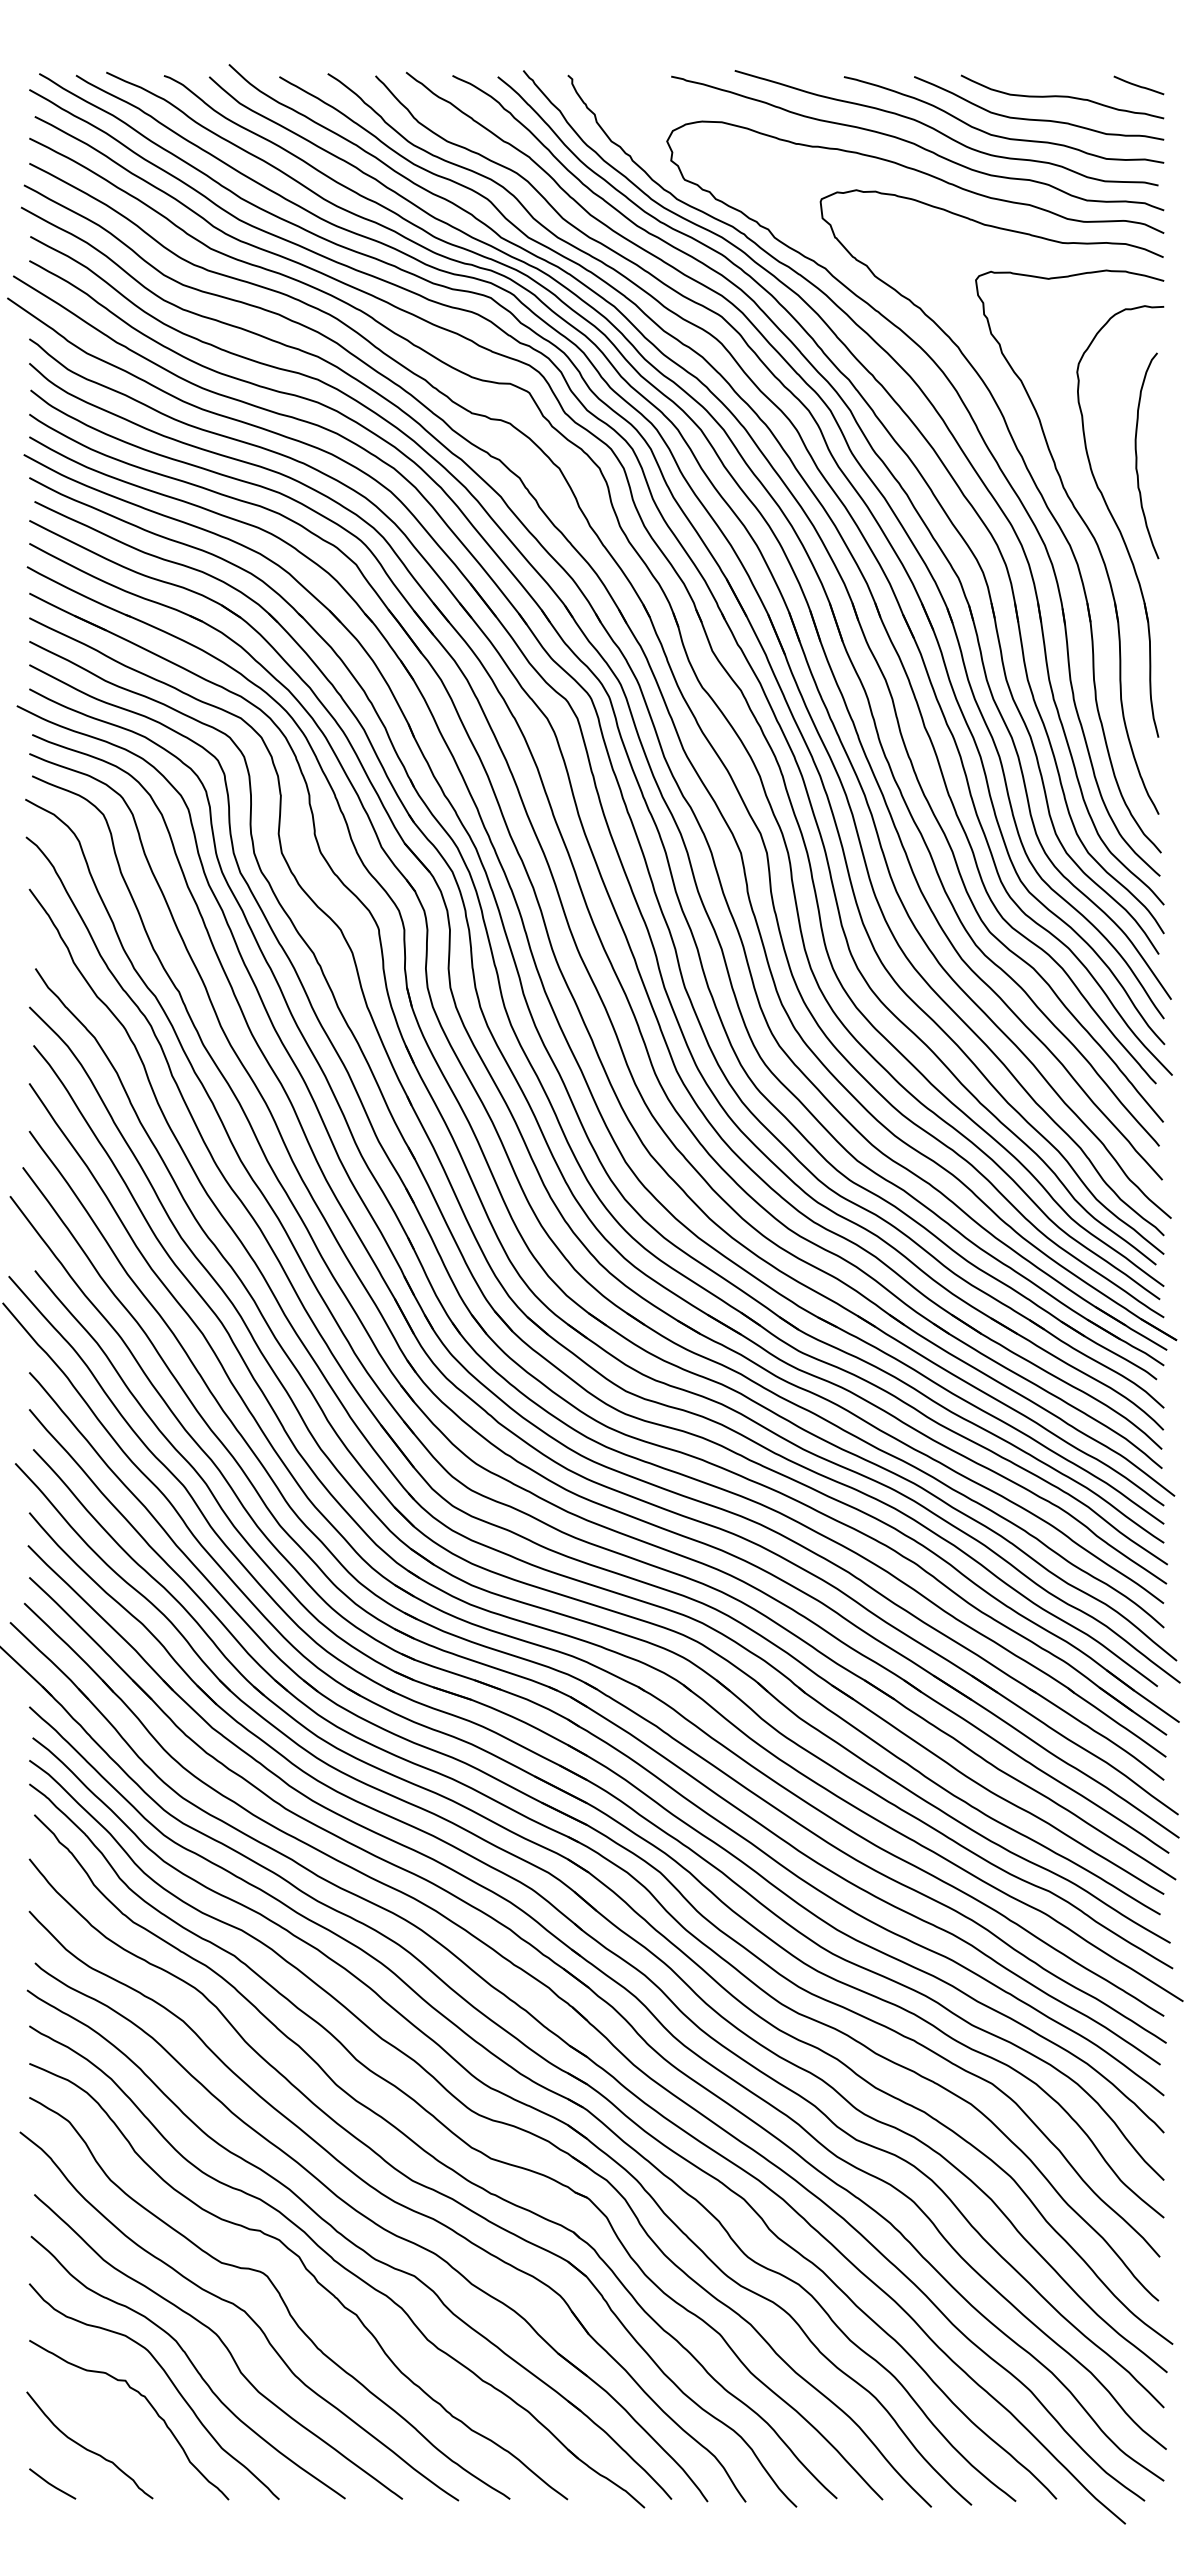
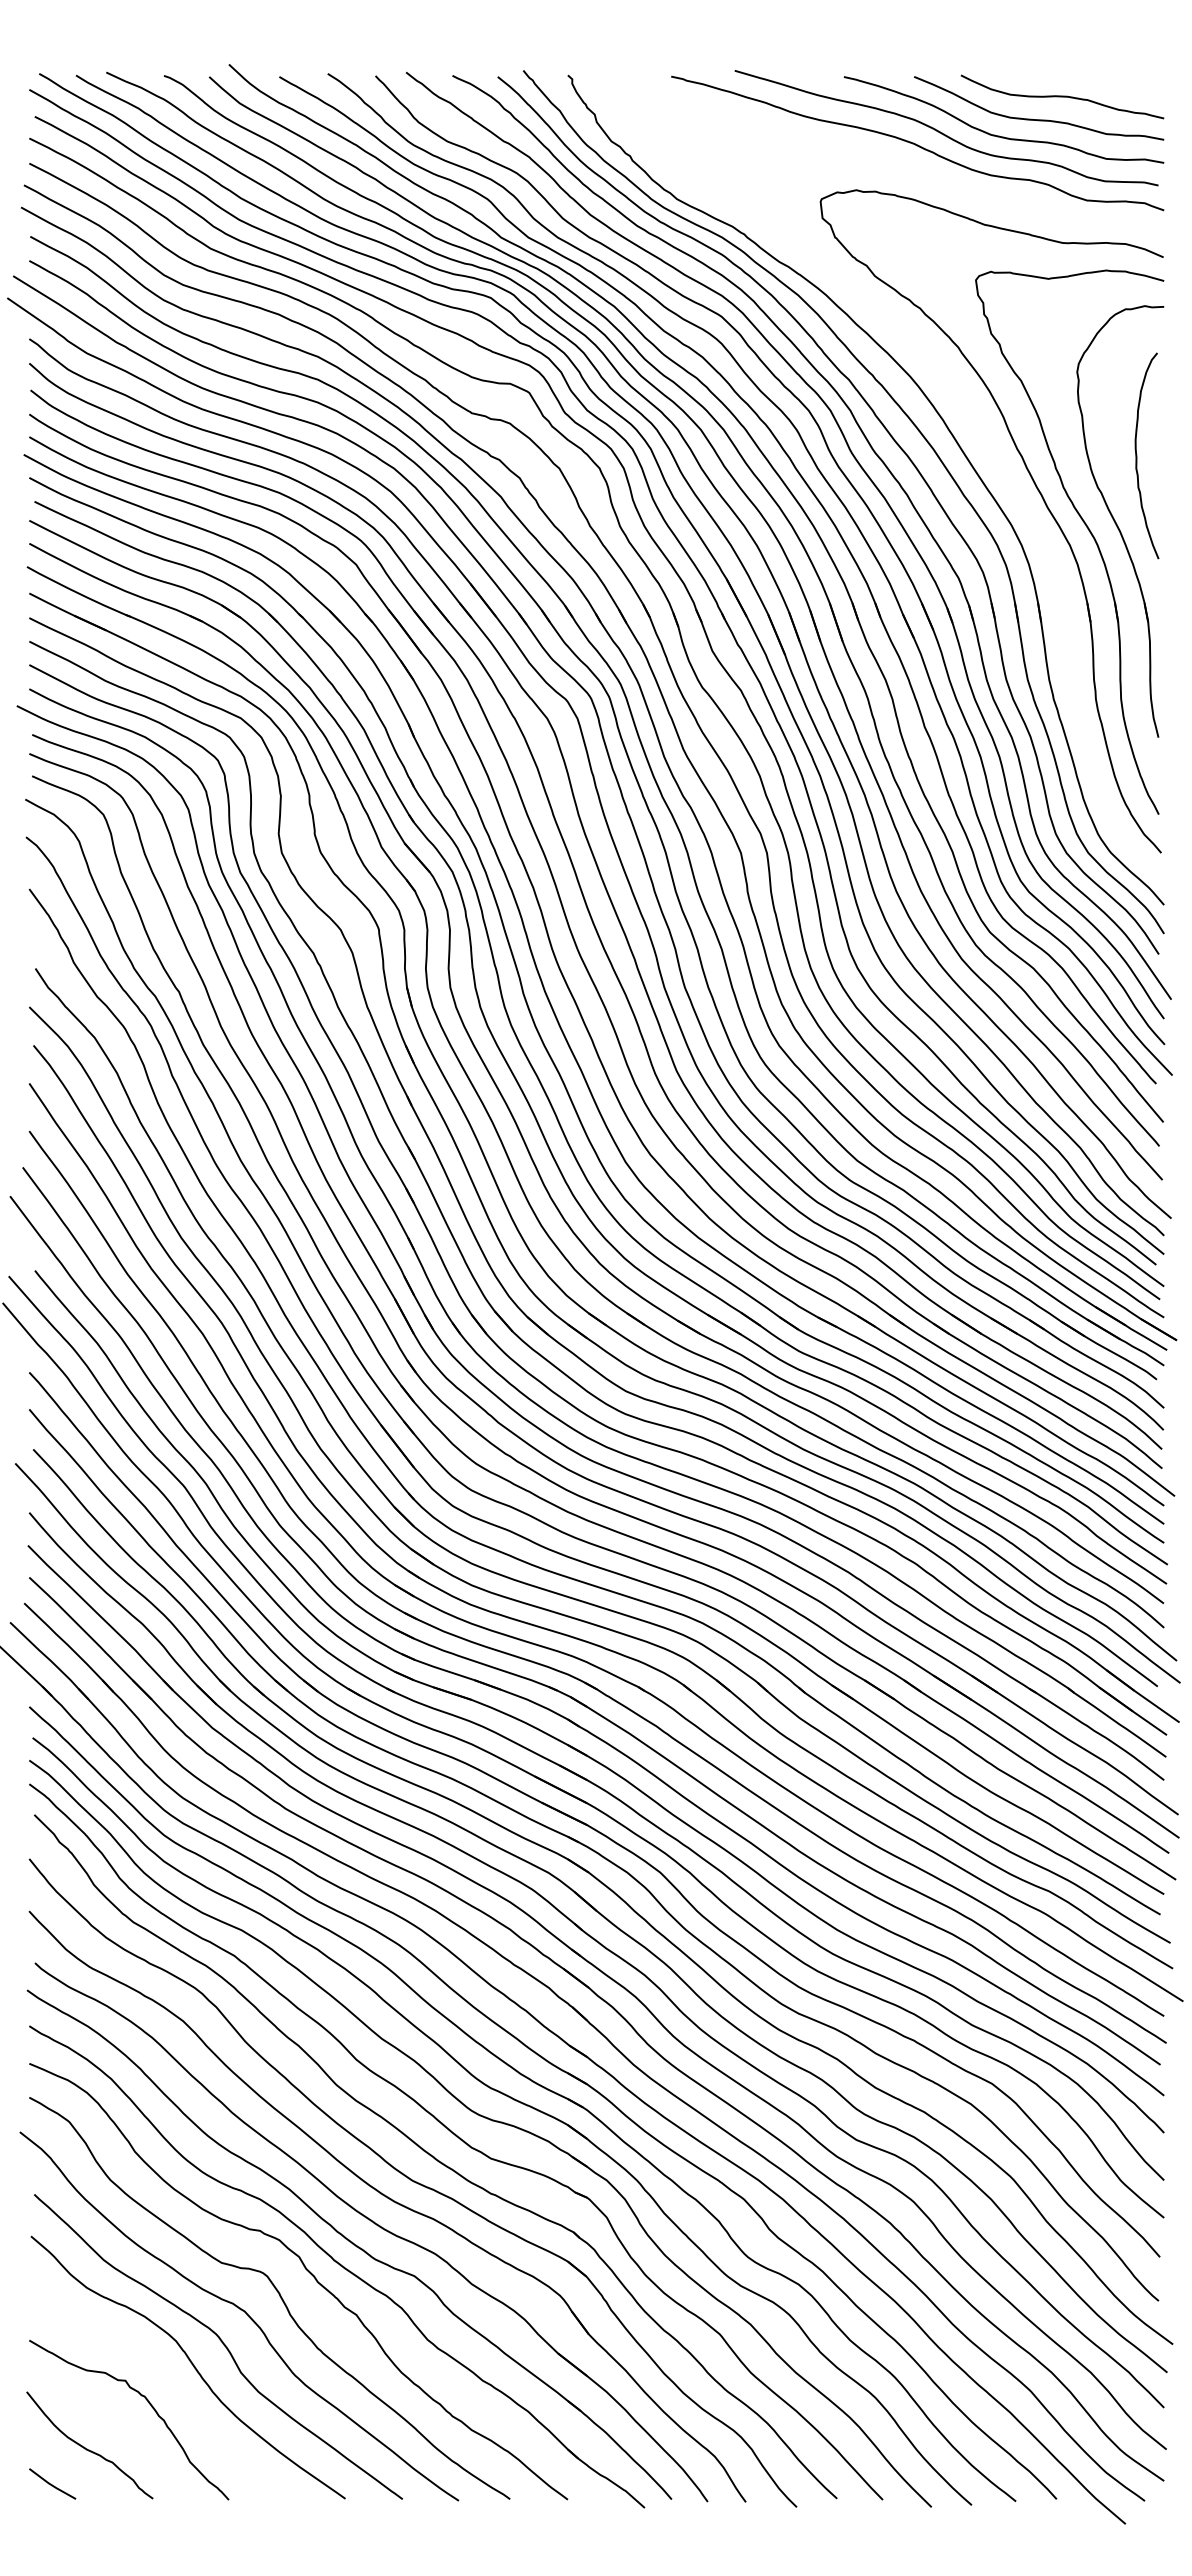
curve at (1138, 85): present -> none
part at (988, 451): present -> none
curve at (169, 2380): present -> none
